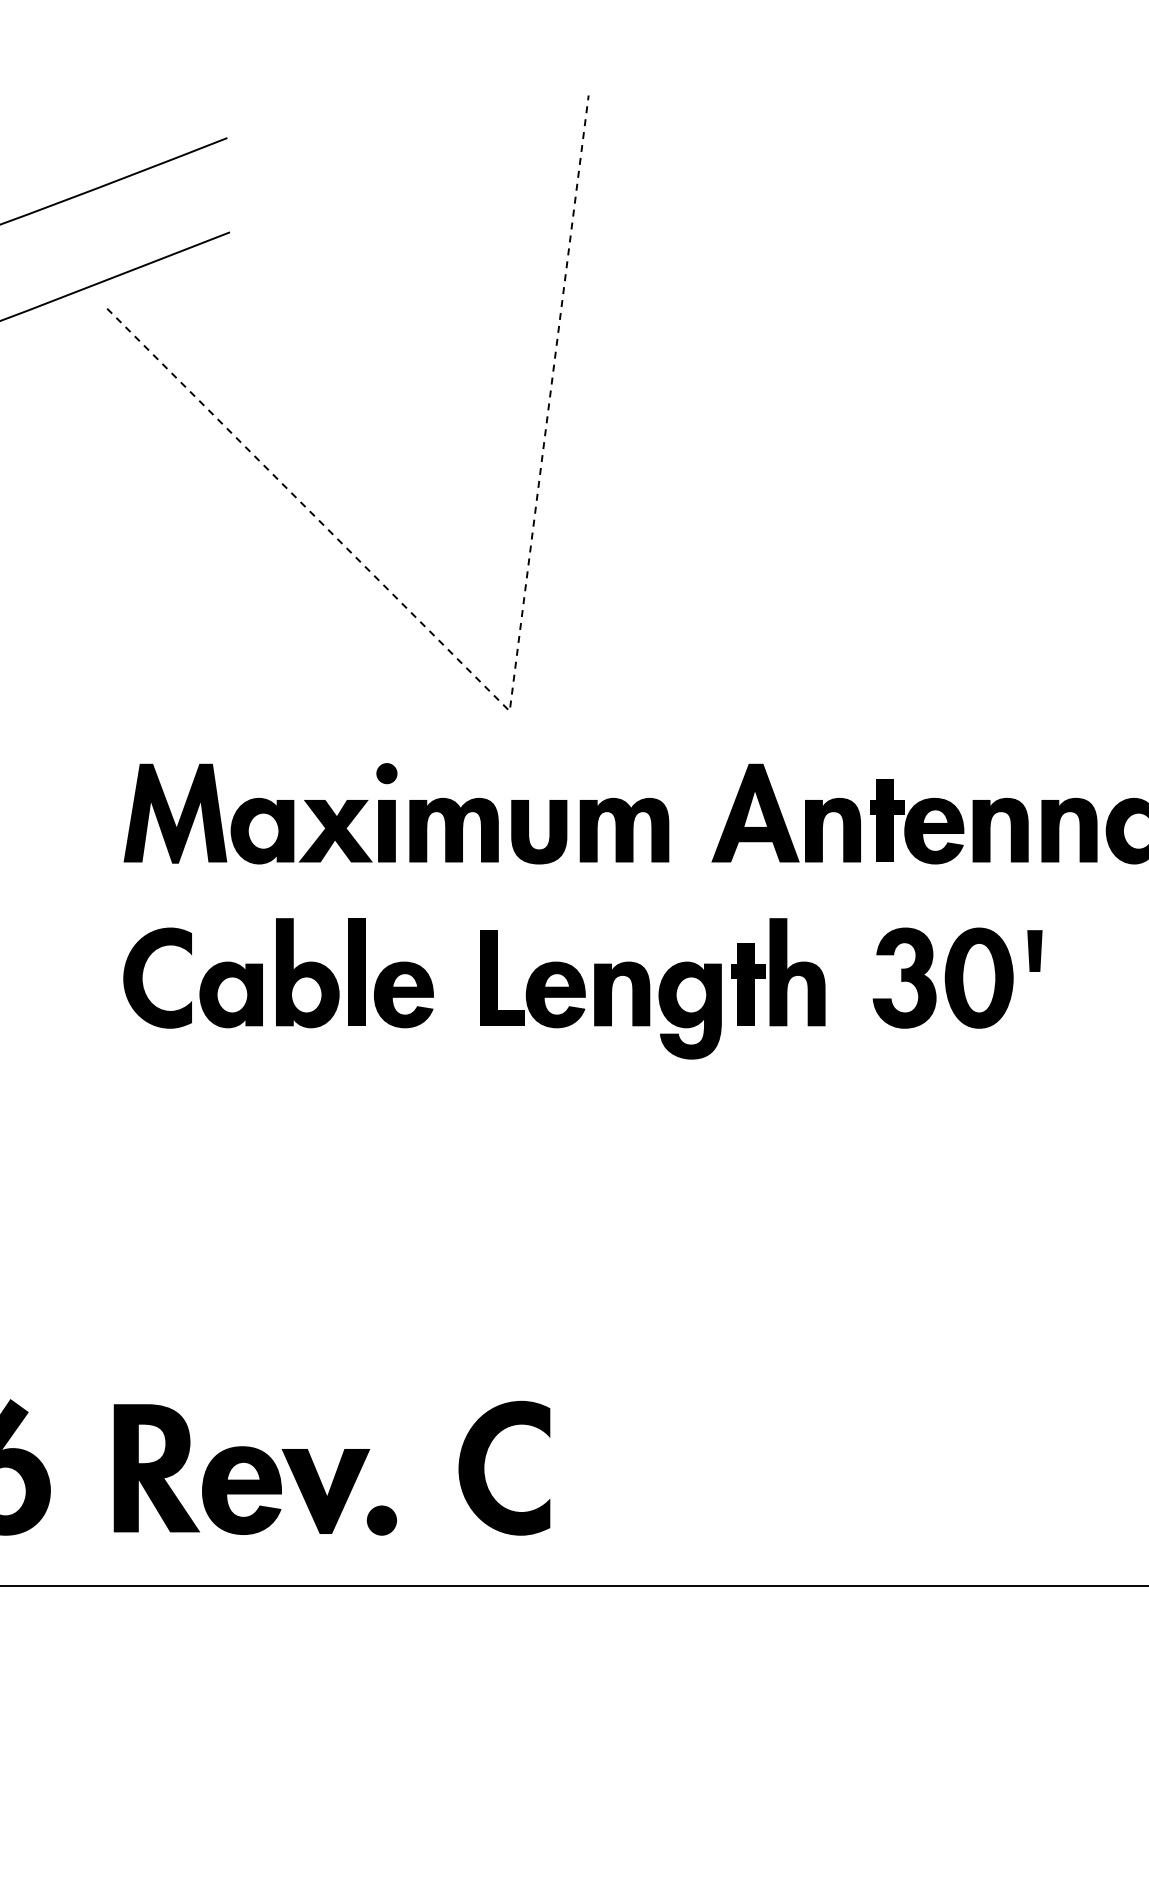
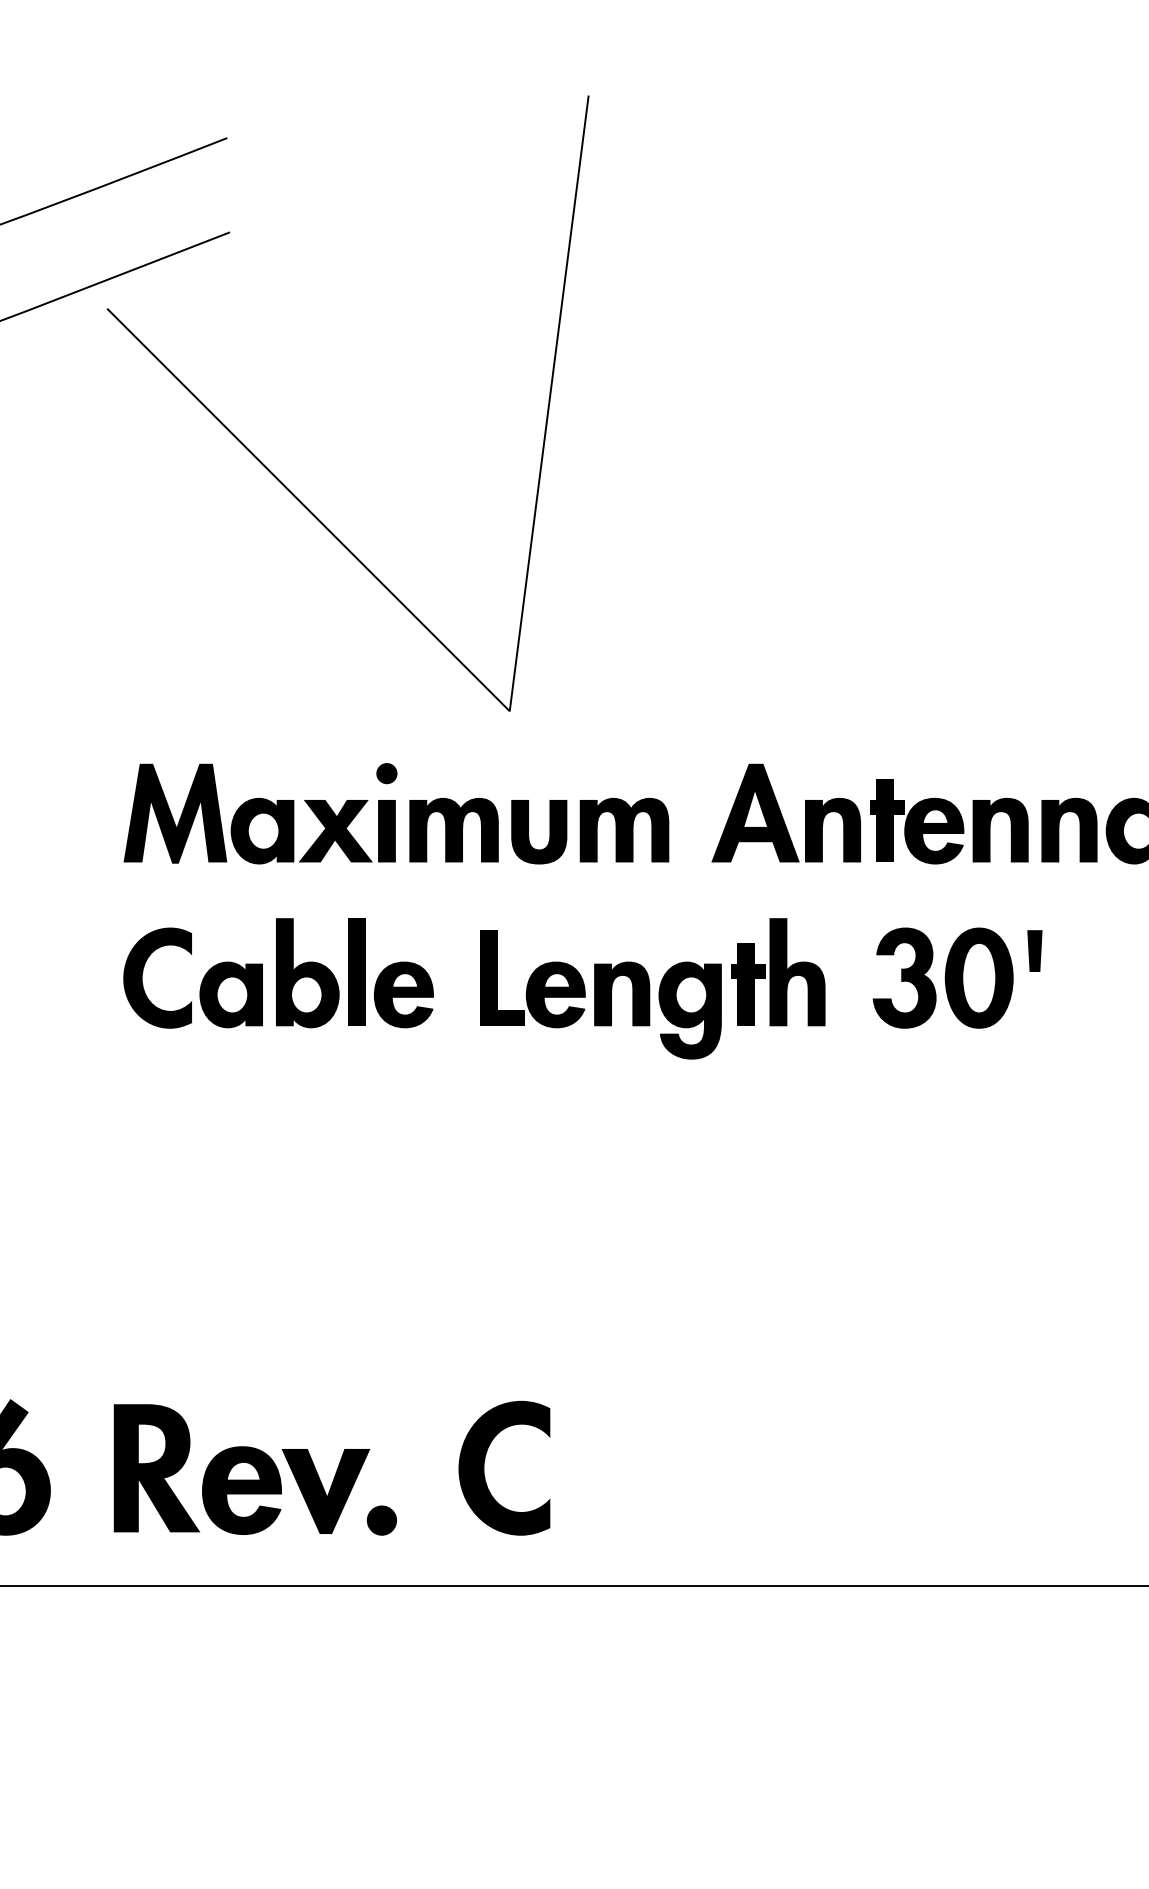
line at (512, 686): dashed -> solid
